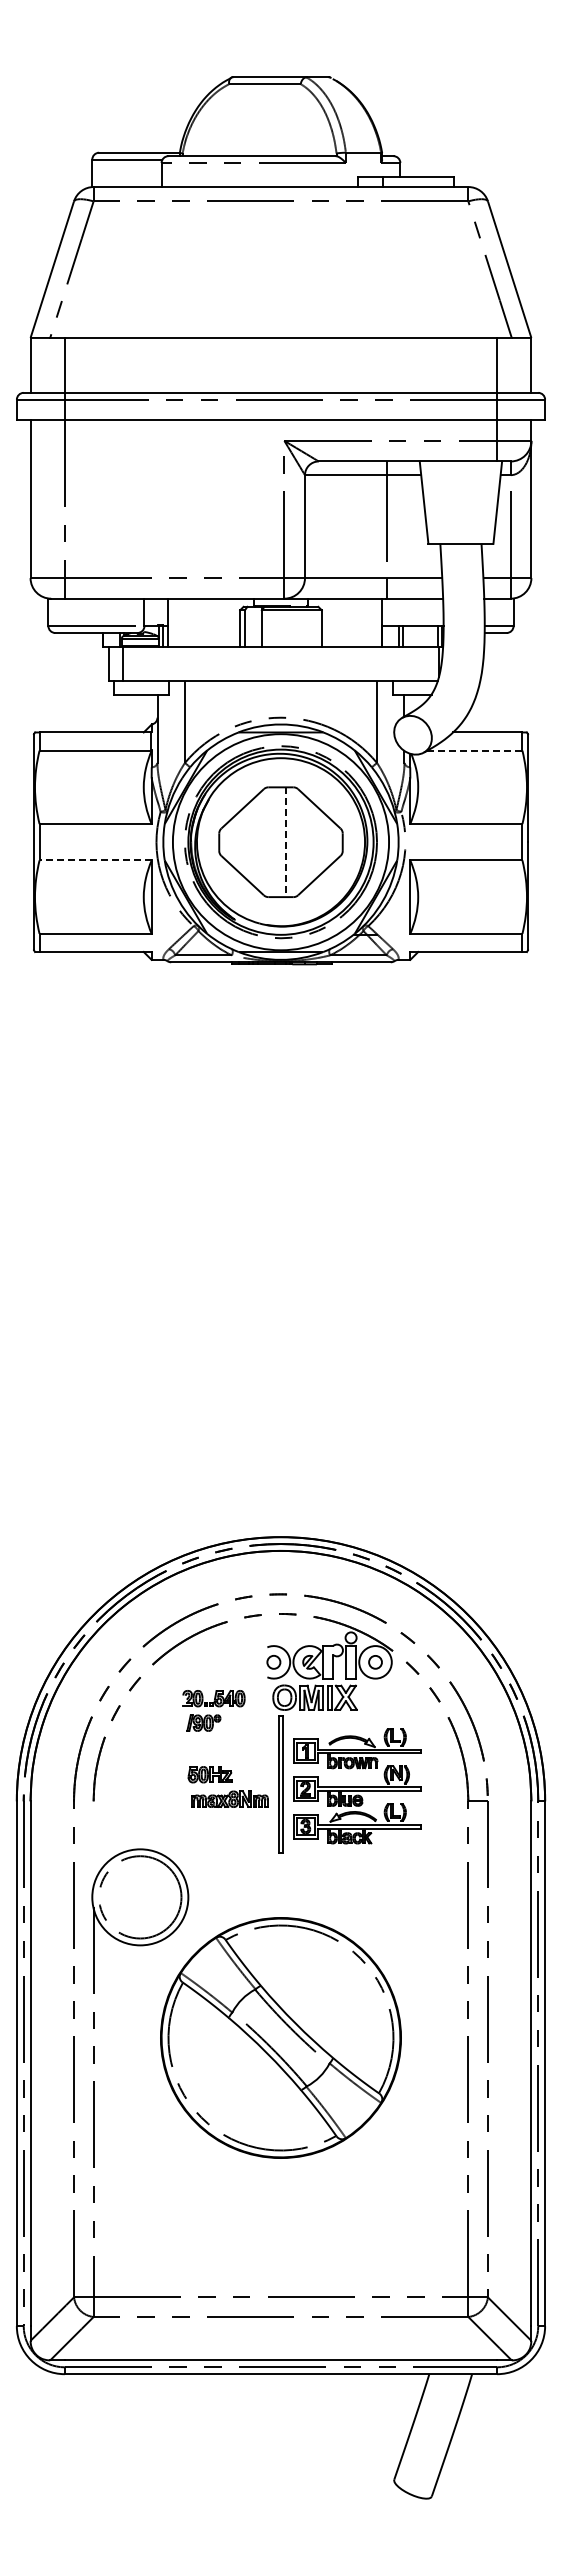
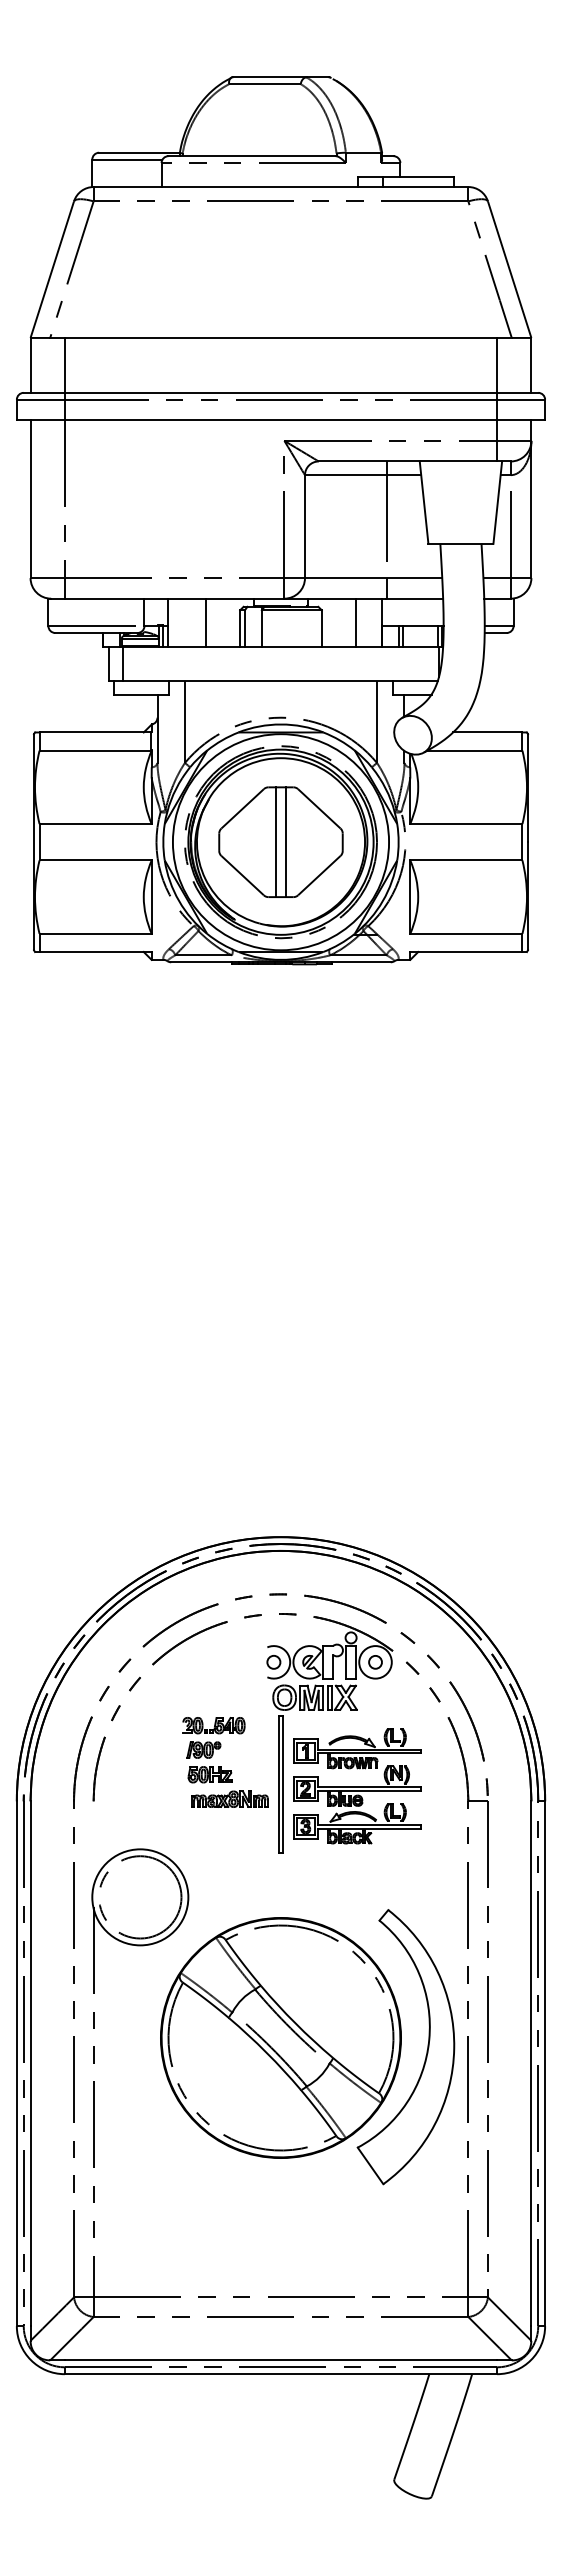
line at (206, 622): none -> present
line at (355, 622): none -> present
line at (474, 750): dashed -> solid
line at (275, 842): none -> present
line at (286, 842): dashed -> solid
line at (95, 860): dashed -> solid
part at (213, 1710) position: (213, 1710) -> (213, 1737)
part at (426, 2050): none -> present
